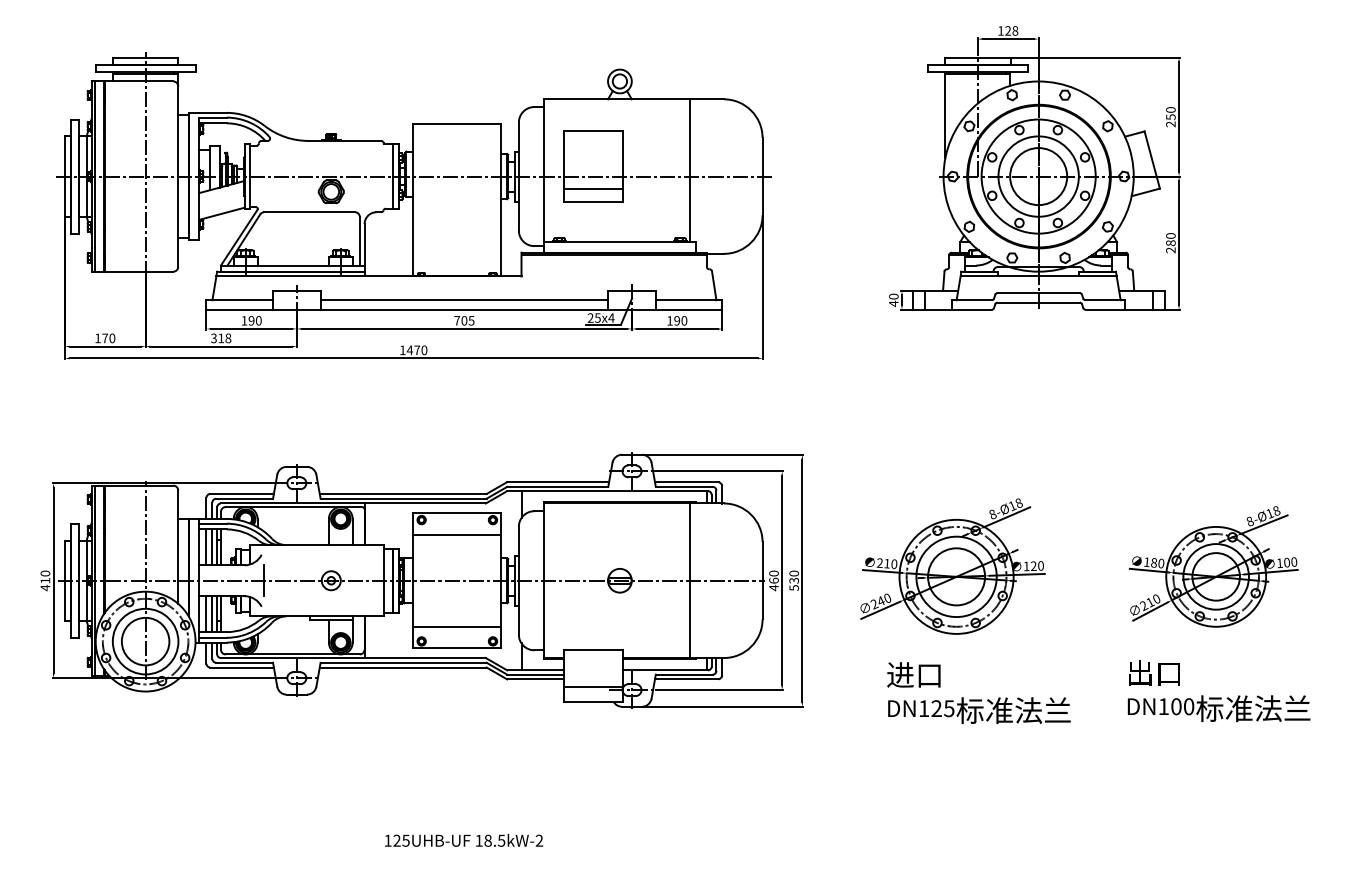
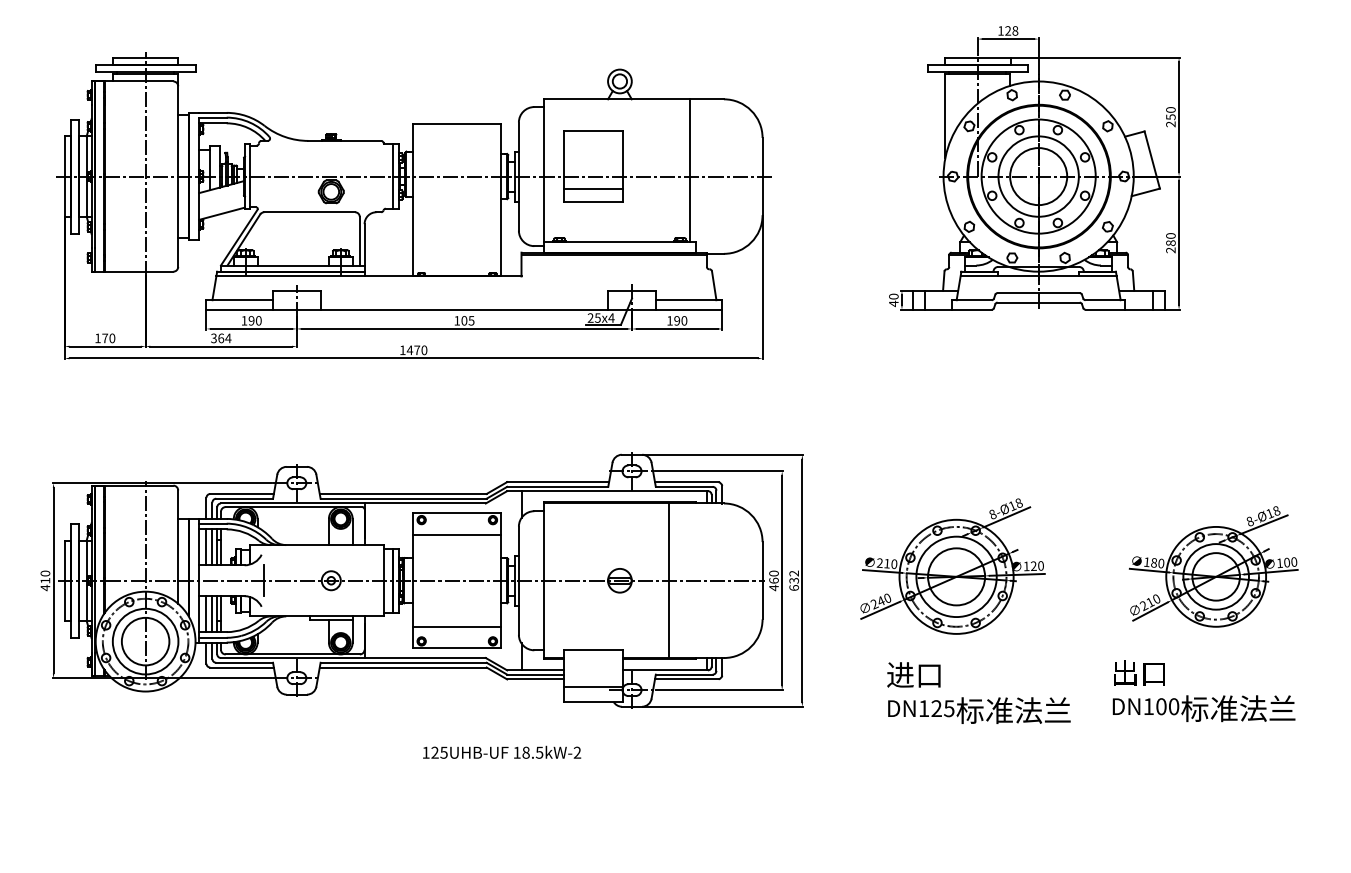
line at (464, 300): present -> none
text at (457, 320): 705 -> 105
text at (224, 338): 318 -> 364
line at (689, 580) position: (689, 580) -> (668, 580)
text at (794, 580): 530 -> 632
text at (1218, 691) position: (1218, 691) -> (1203, 691)
text at (464, 839) position: (464, 839) -> (502, 751)
